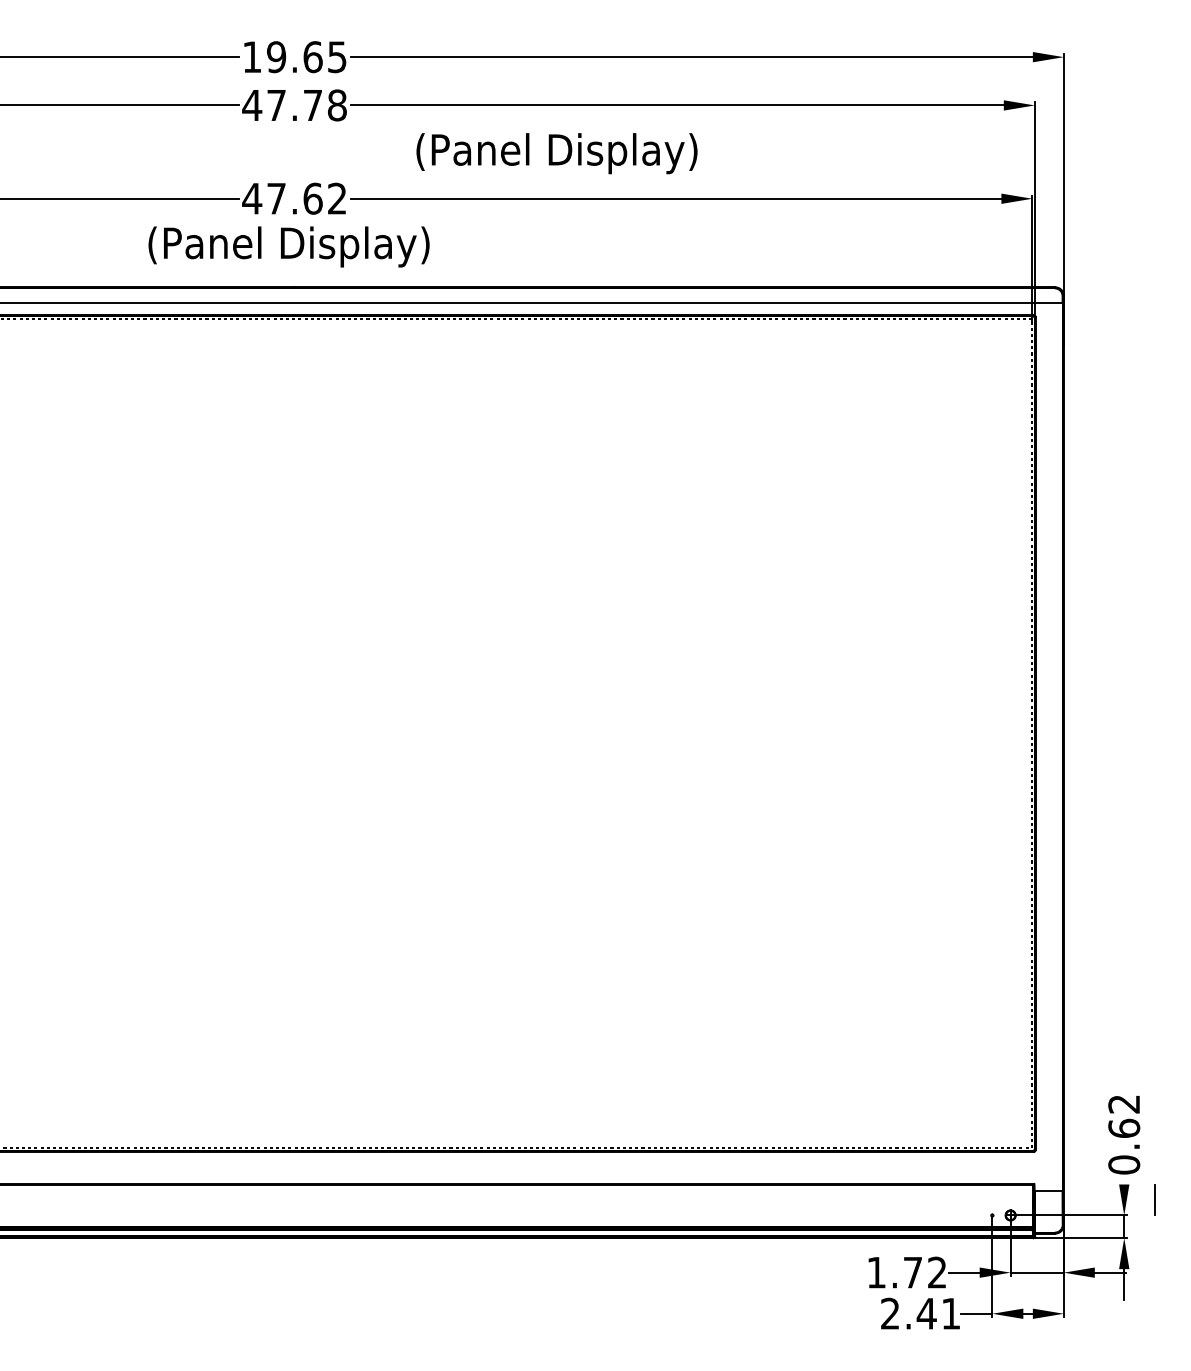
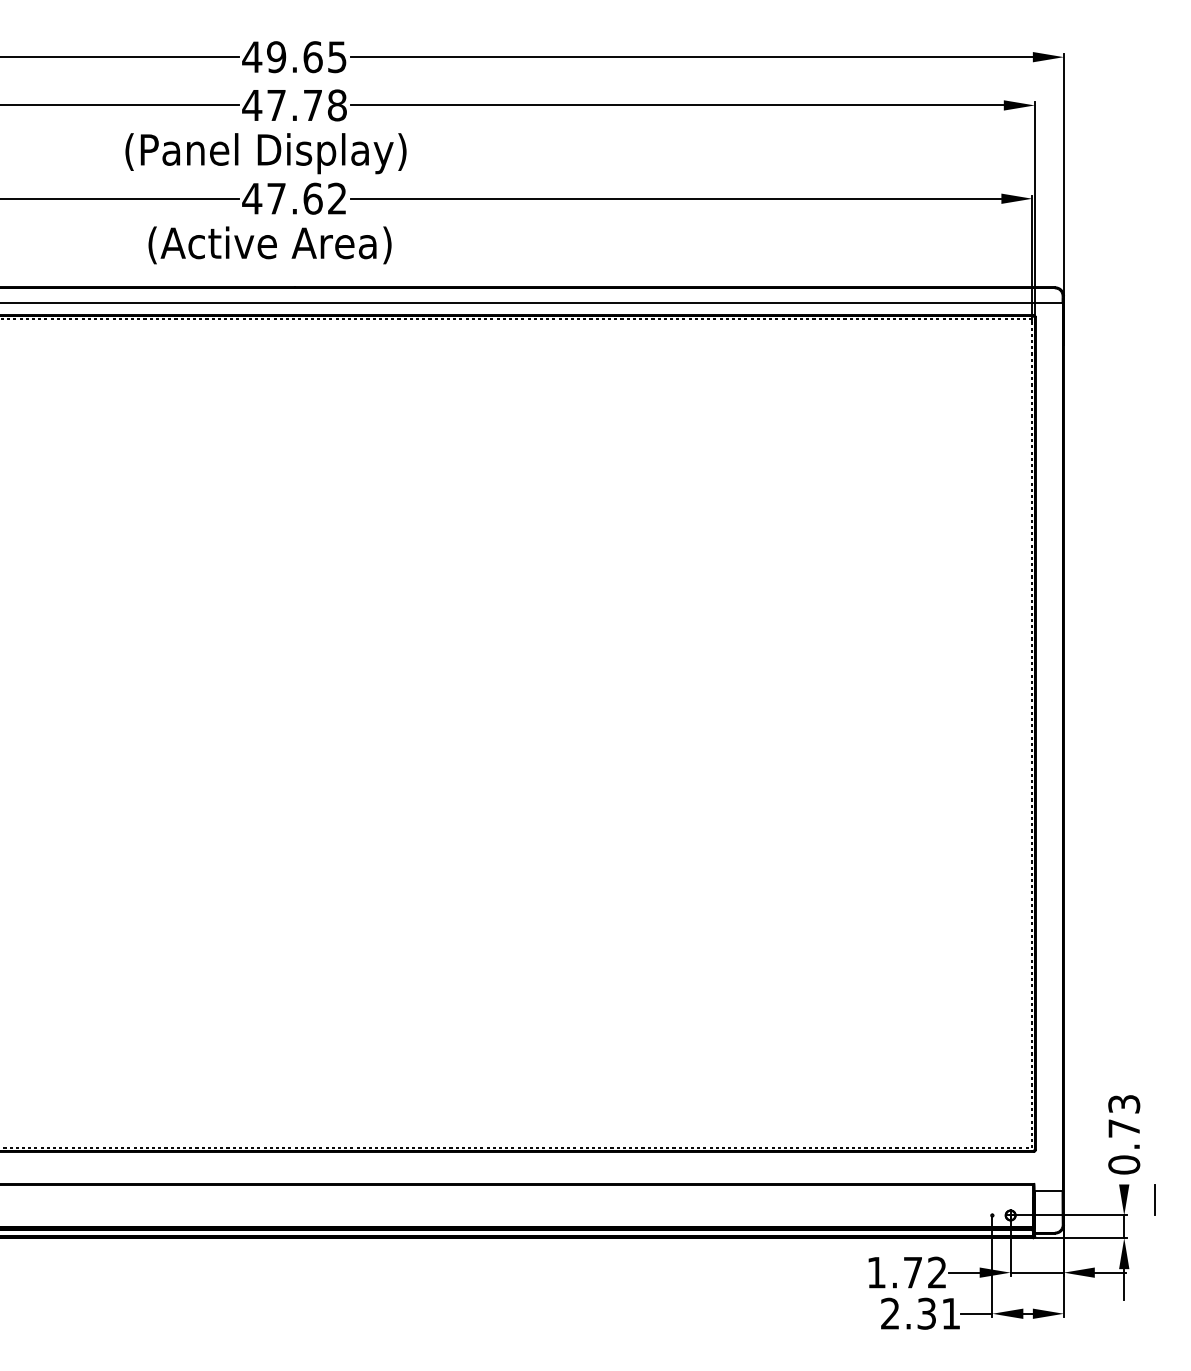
text at (252, 56): 19.65 -> 49.65
text at (556, 153) position: (556, 153) -> (265, 153)
text at (294, 246): (Panel Display) -> (Active Area)
text at (1124, 1116): 0.62 -> 0.73
text at (926, 1313): 2.41 -> 2.31
